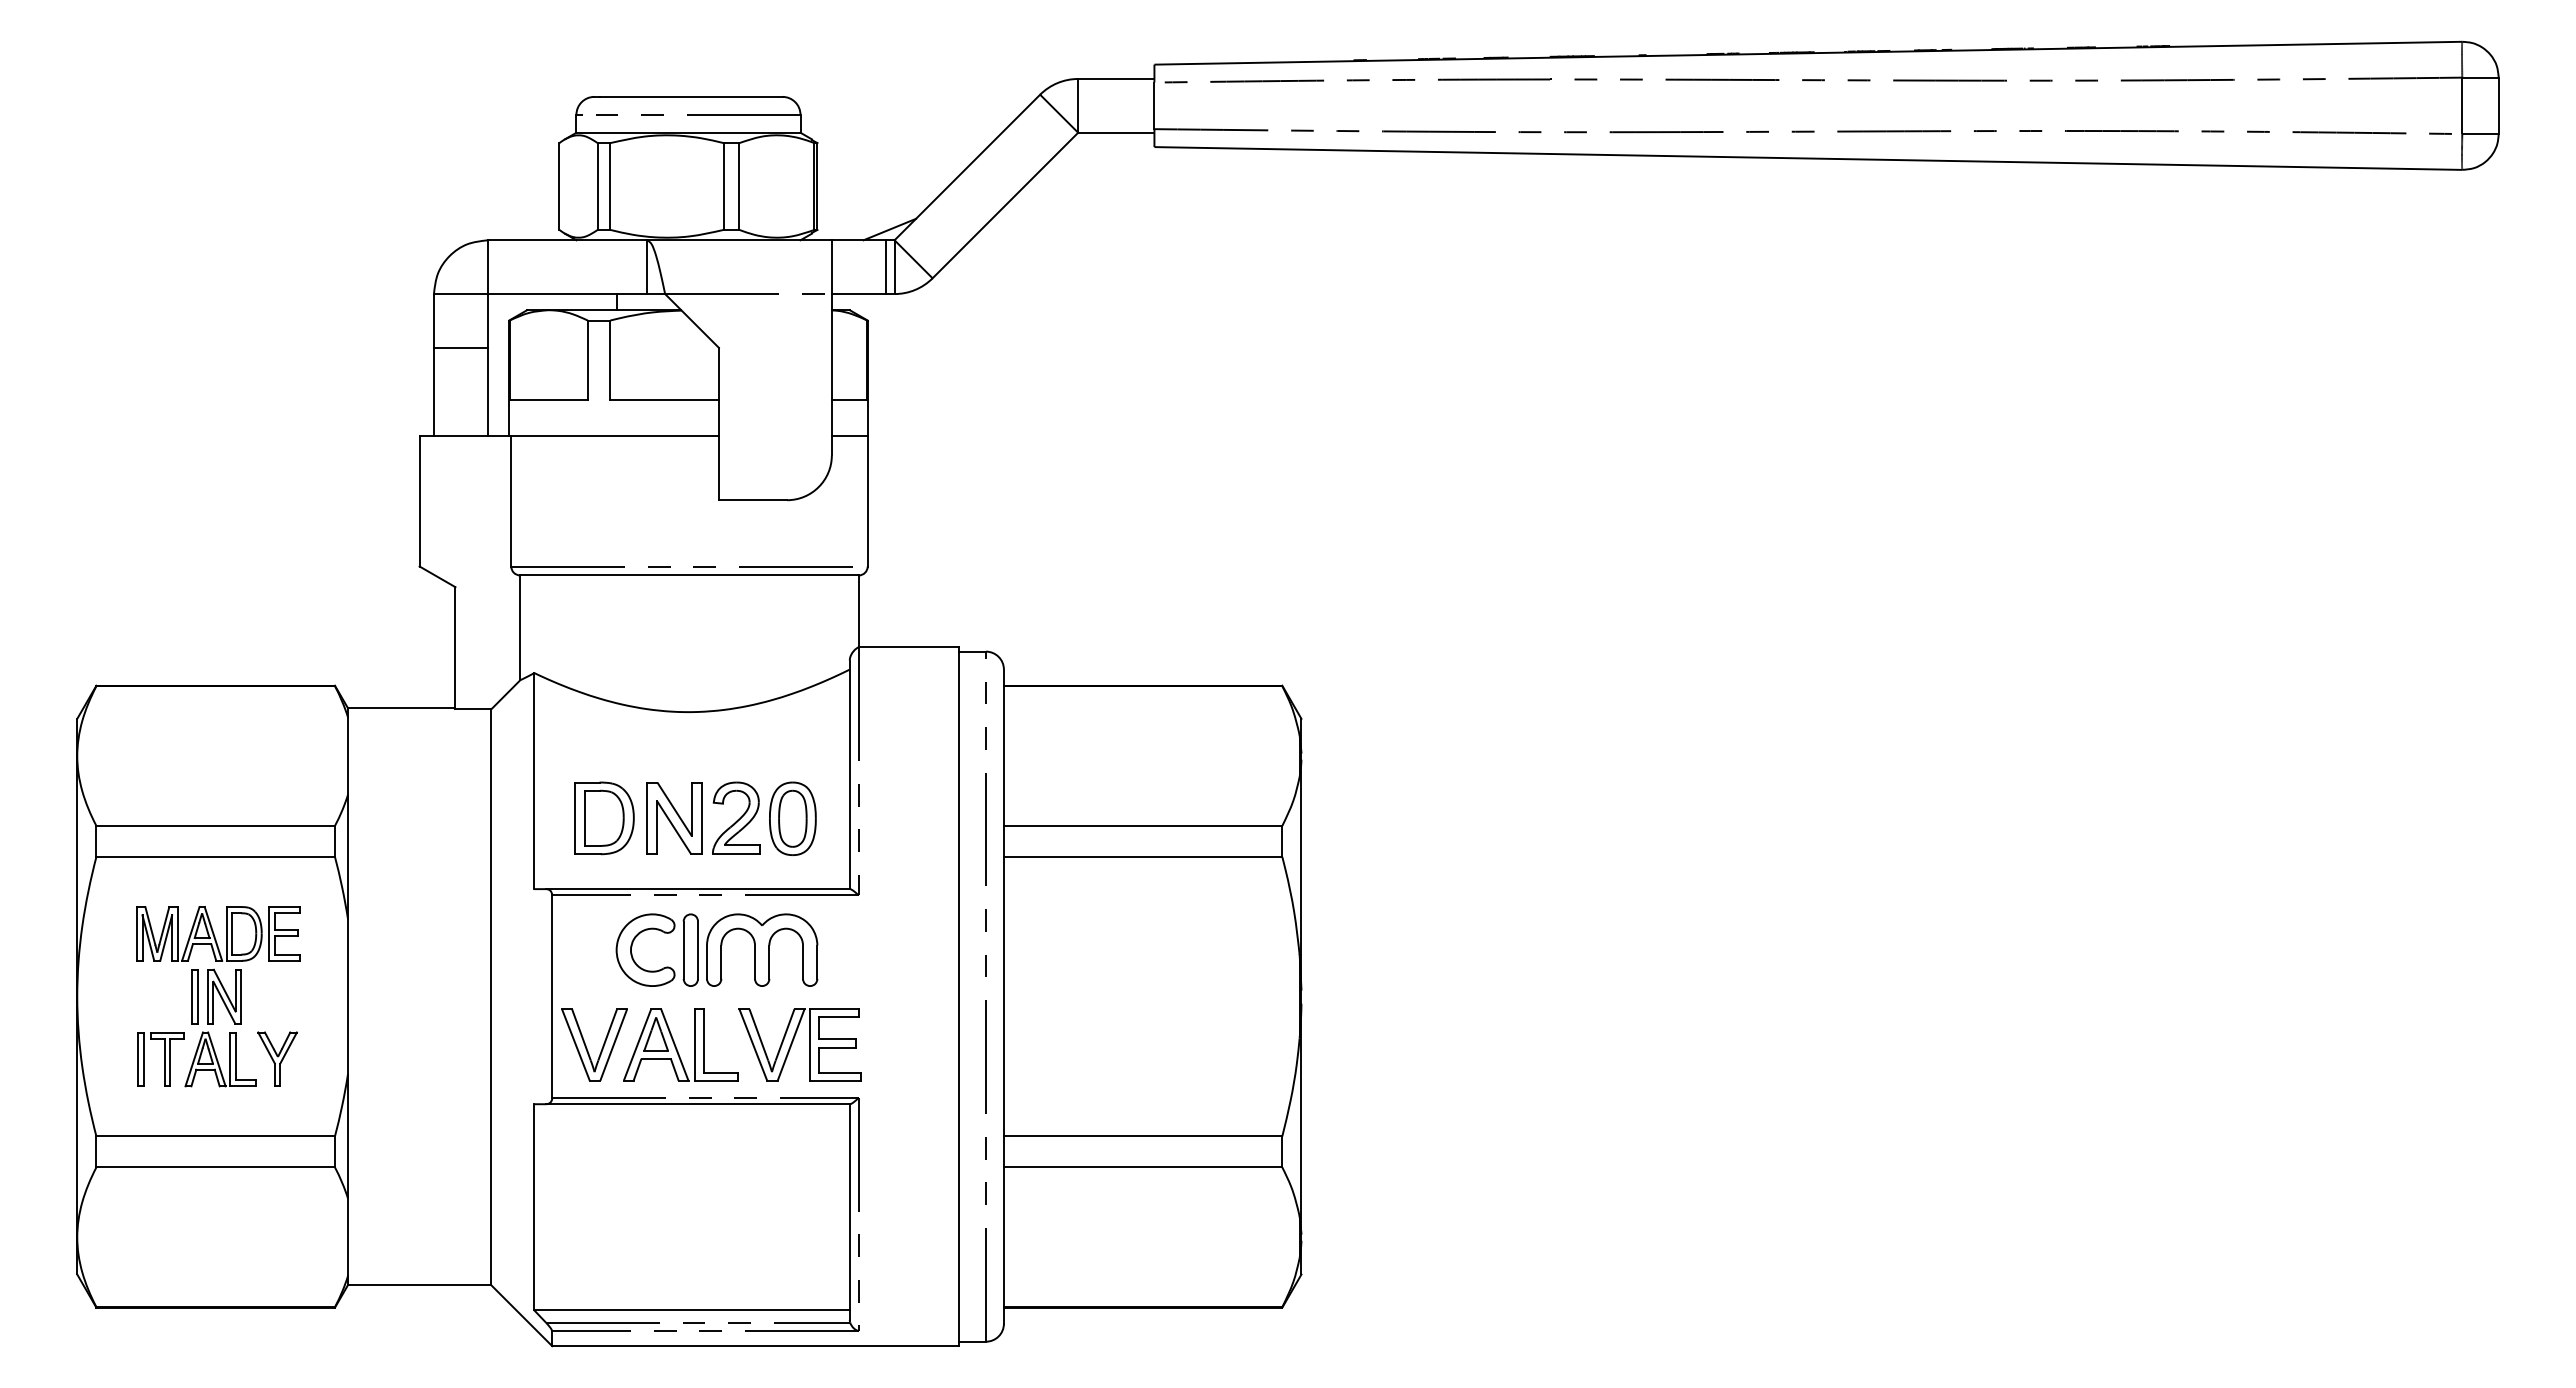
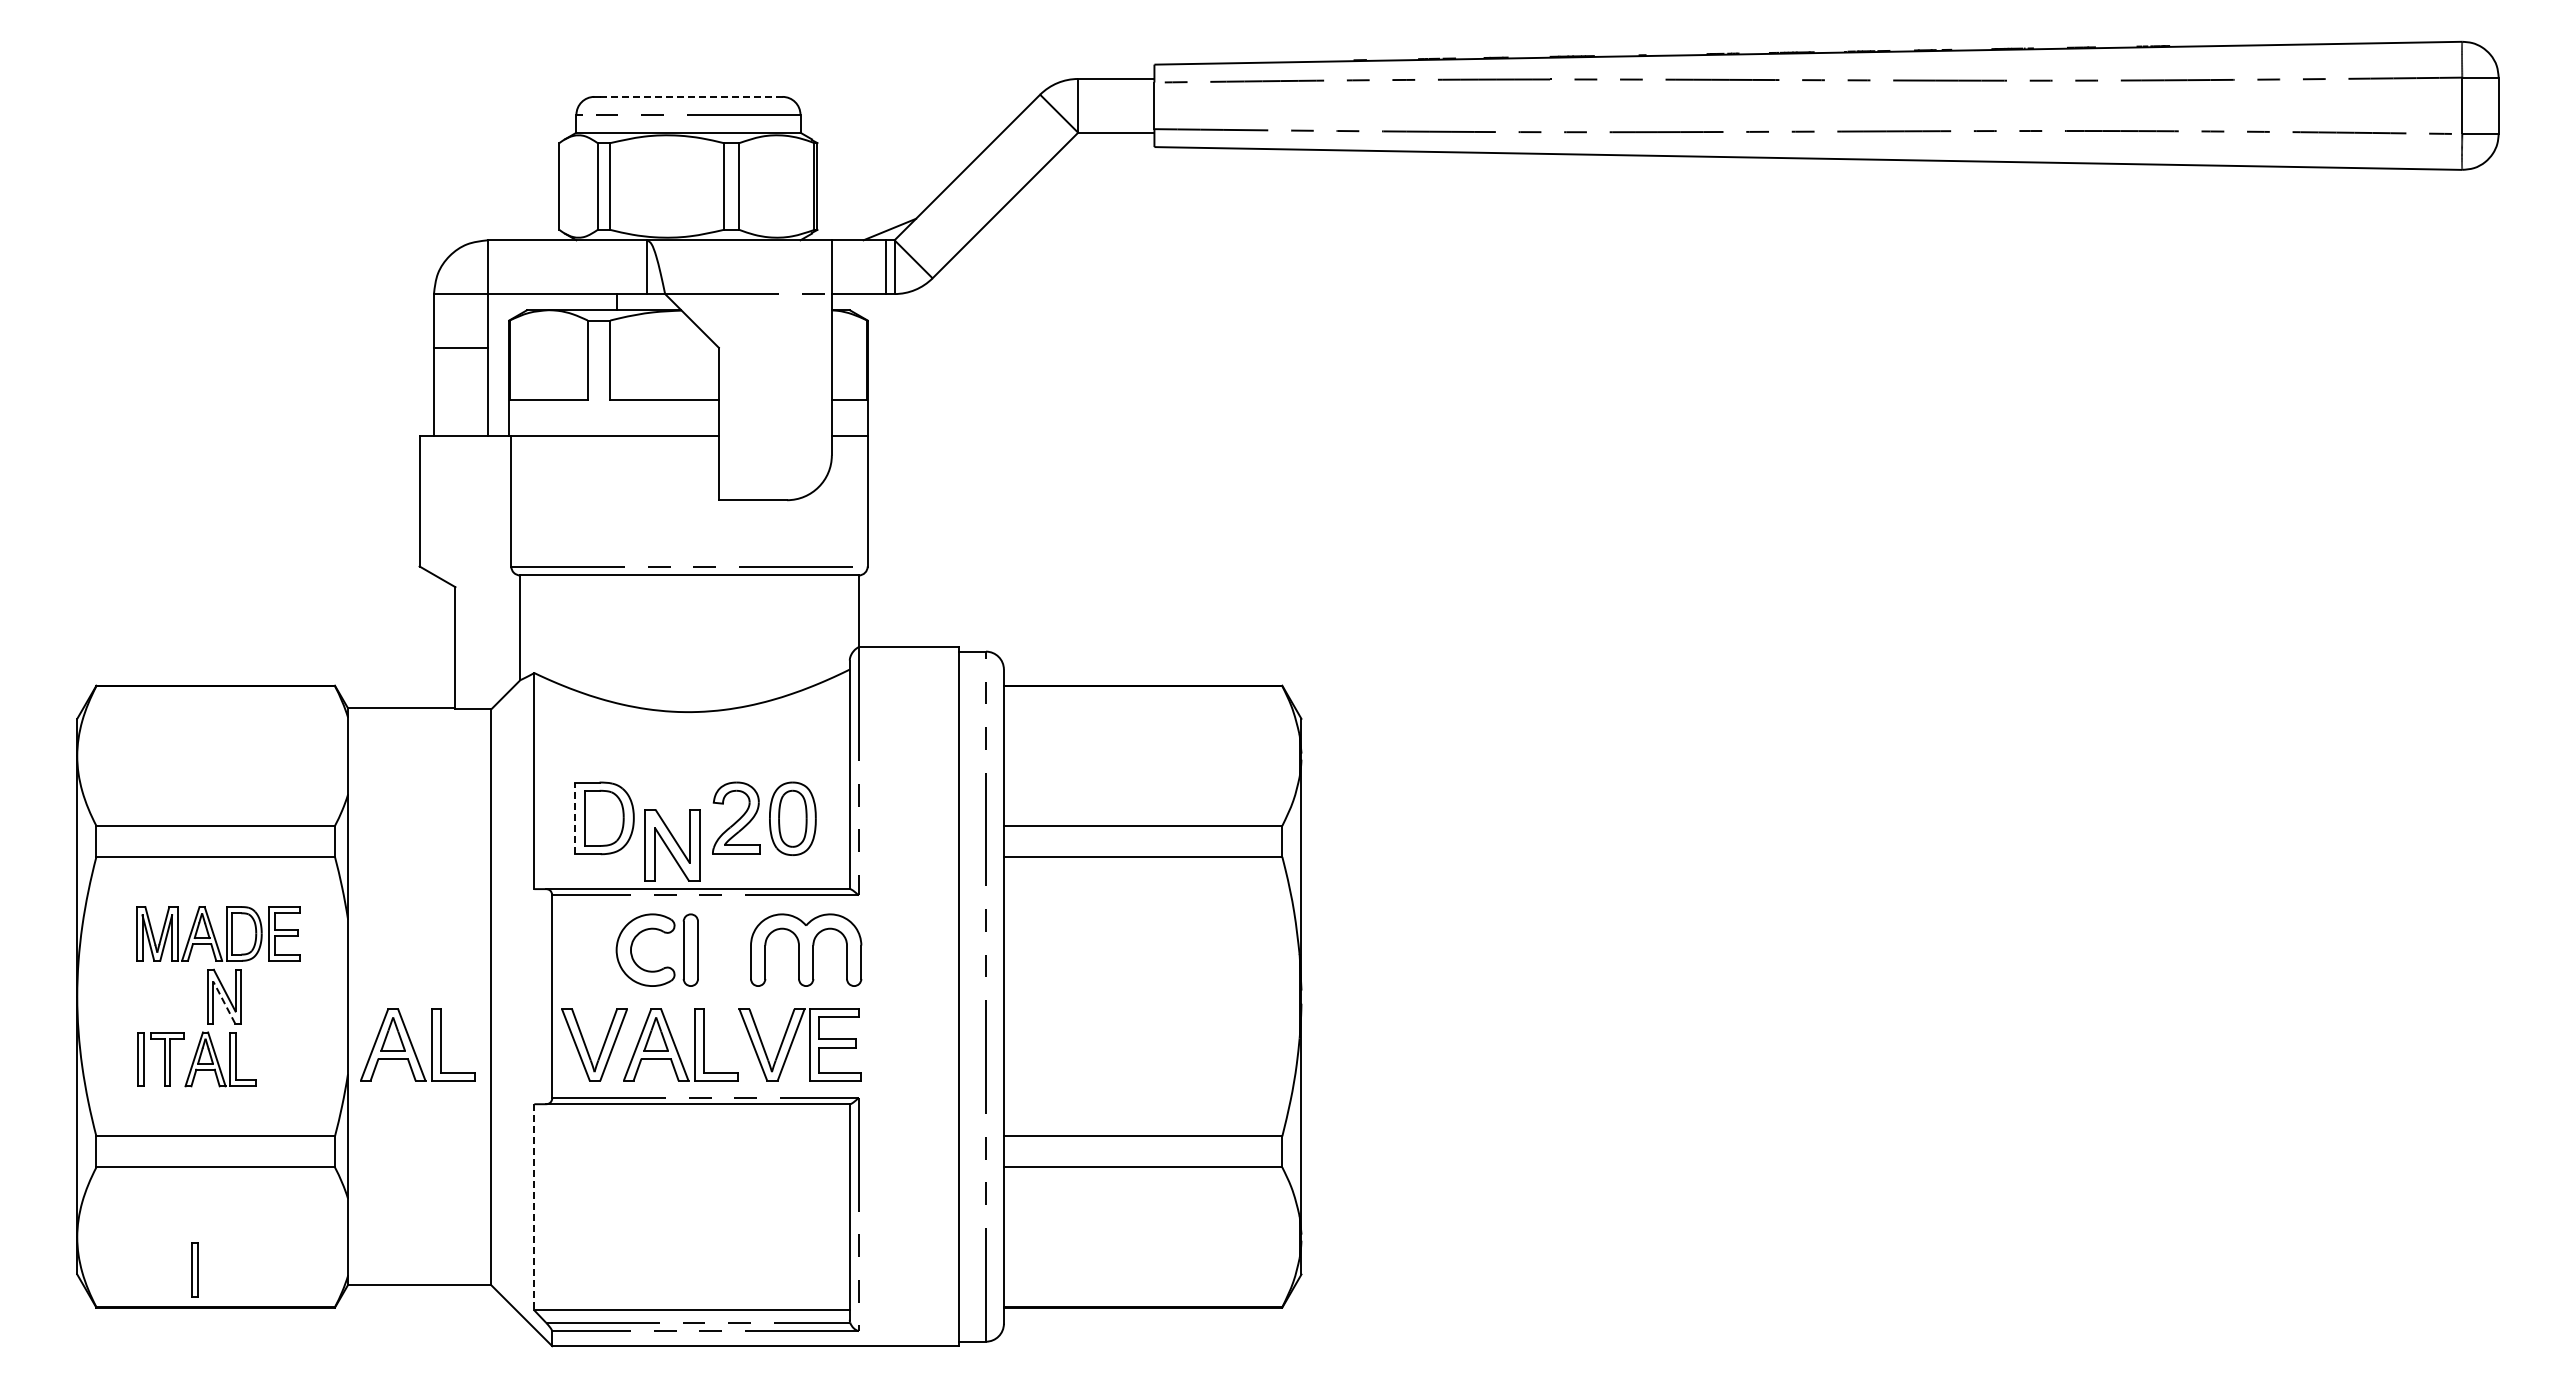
line at (691, 96): solid -> dashed
line at (575, 818): solid -> dashed
part at (674, 818) position: (674, 818) -> (672, 845)
part at (762, 949) position: (762, 949) -> (806, 949)
part at (194, 996) position: (194, 996) -> (194, 1269)
line at (224, 1002): solid -> dashed
part at (417, 1044): none -> present
part at (277, 1058): present -> none
line at (534, 1207): solid -> dashed
